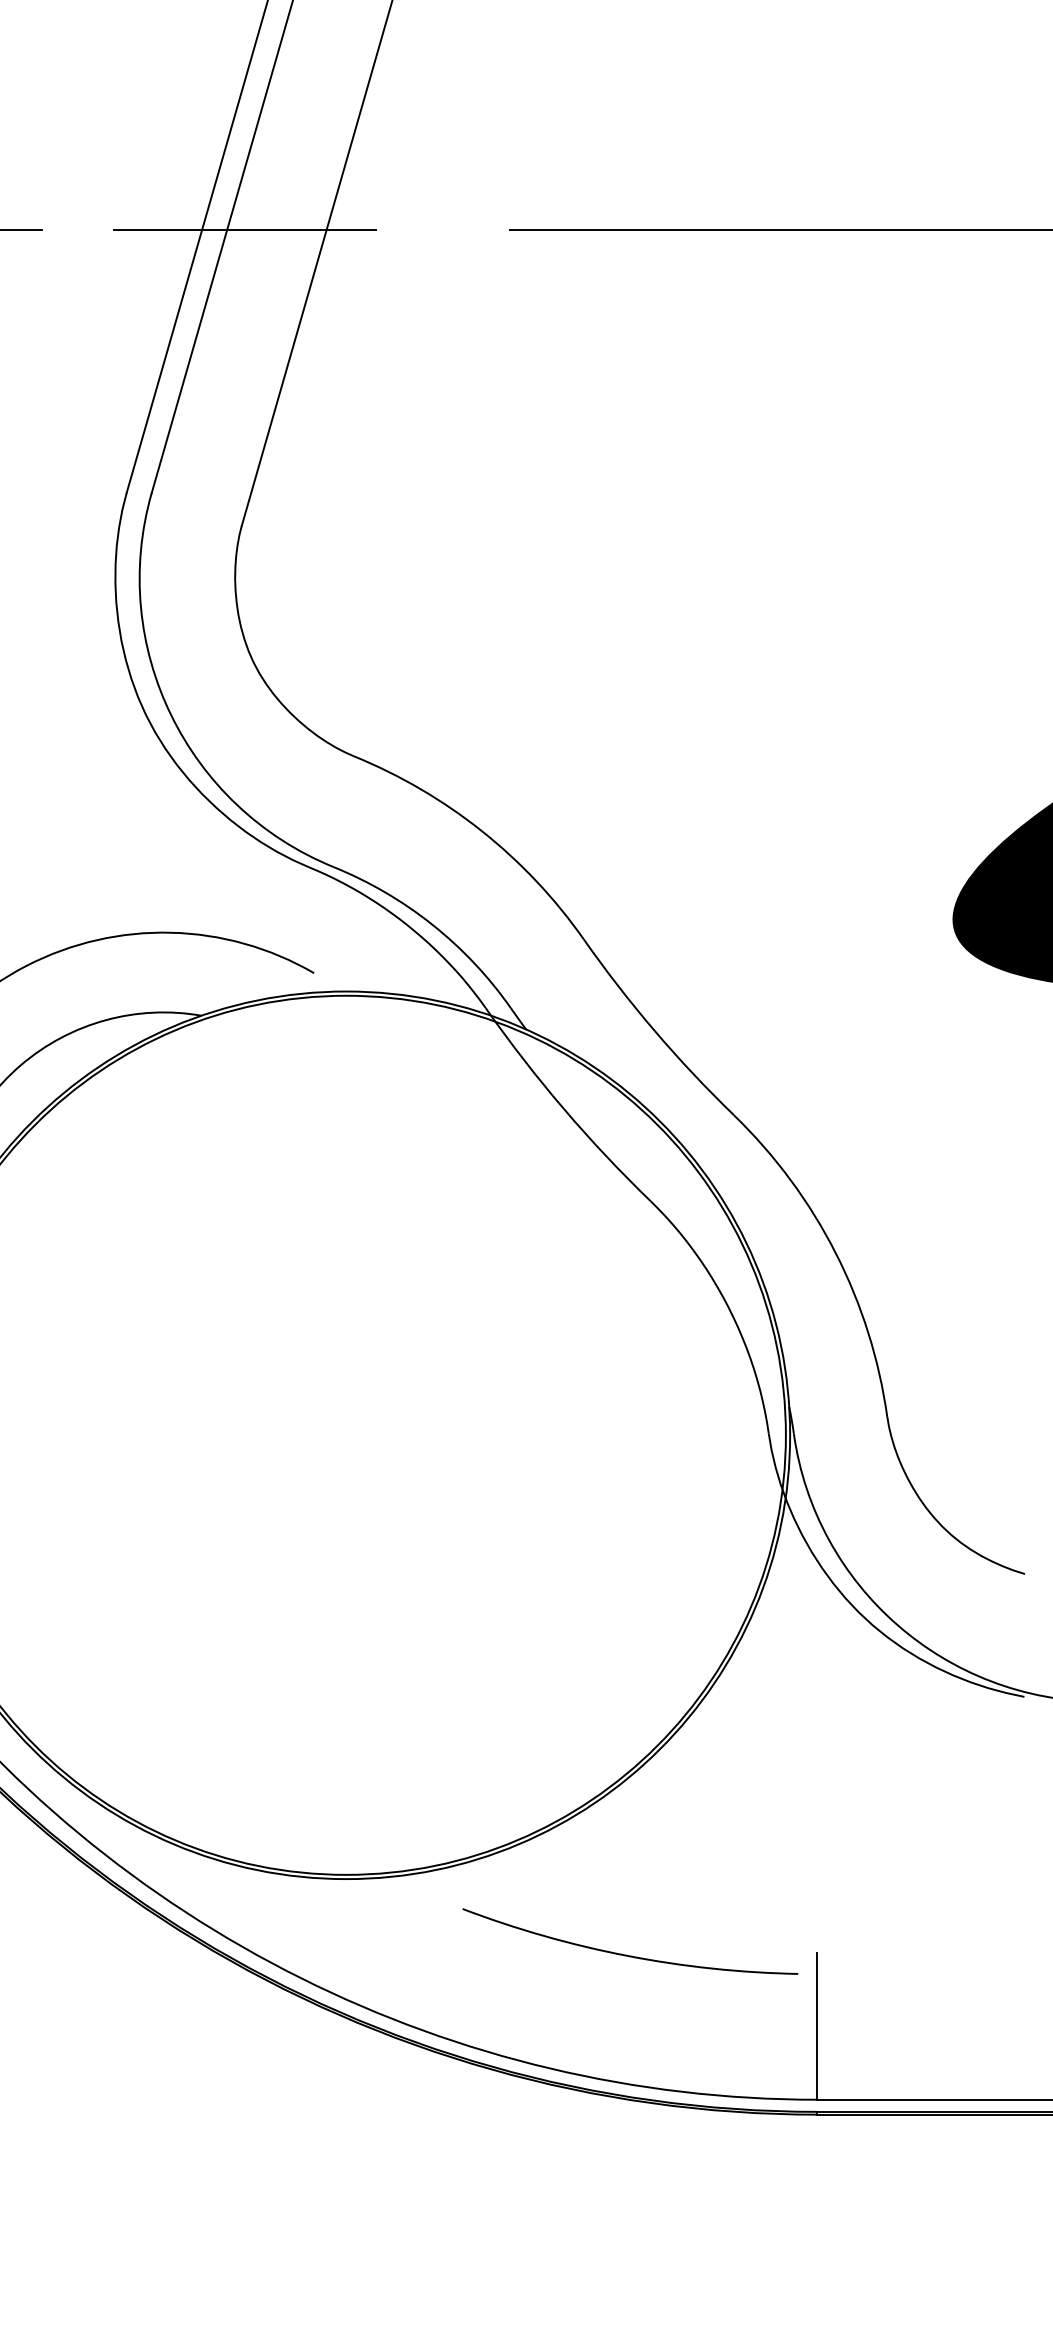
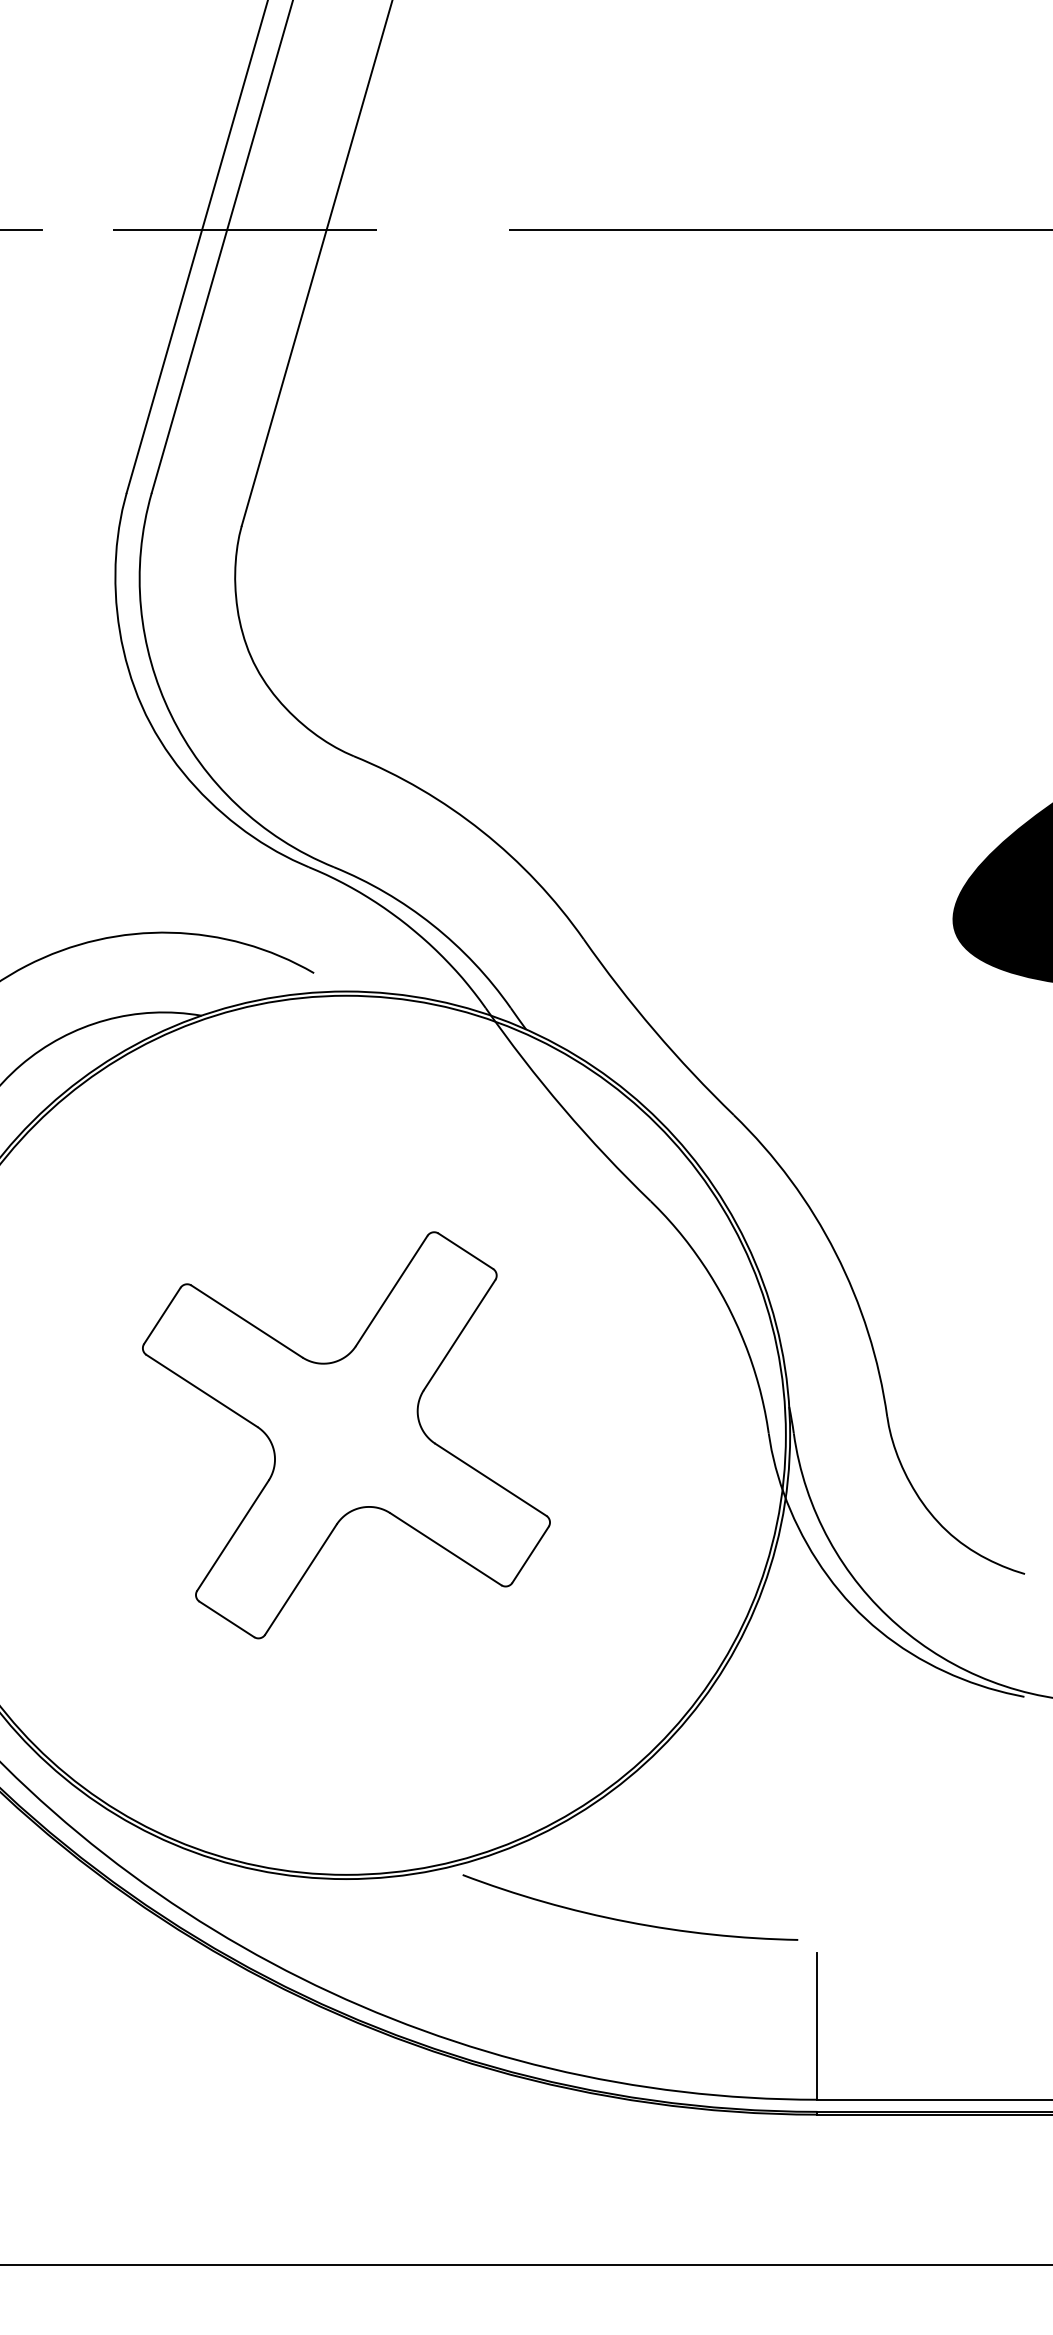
part at (346, 1435): none -> present
arc at (626, 1954) position: (626, 1954) -> (626, 1920)
line at (525, 2264): none -> present
